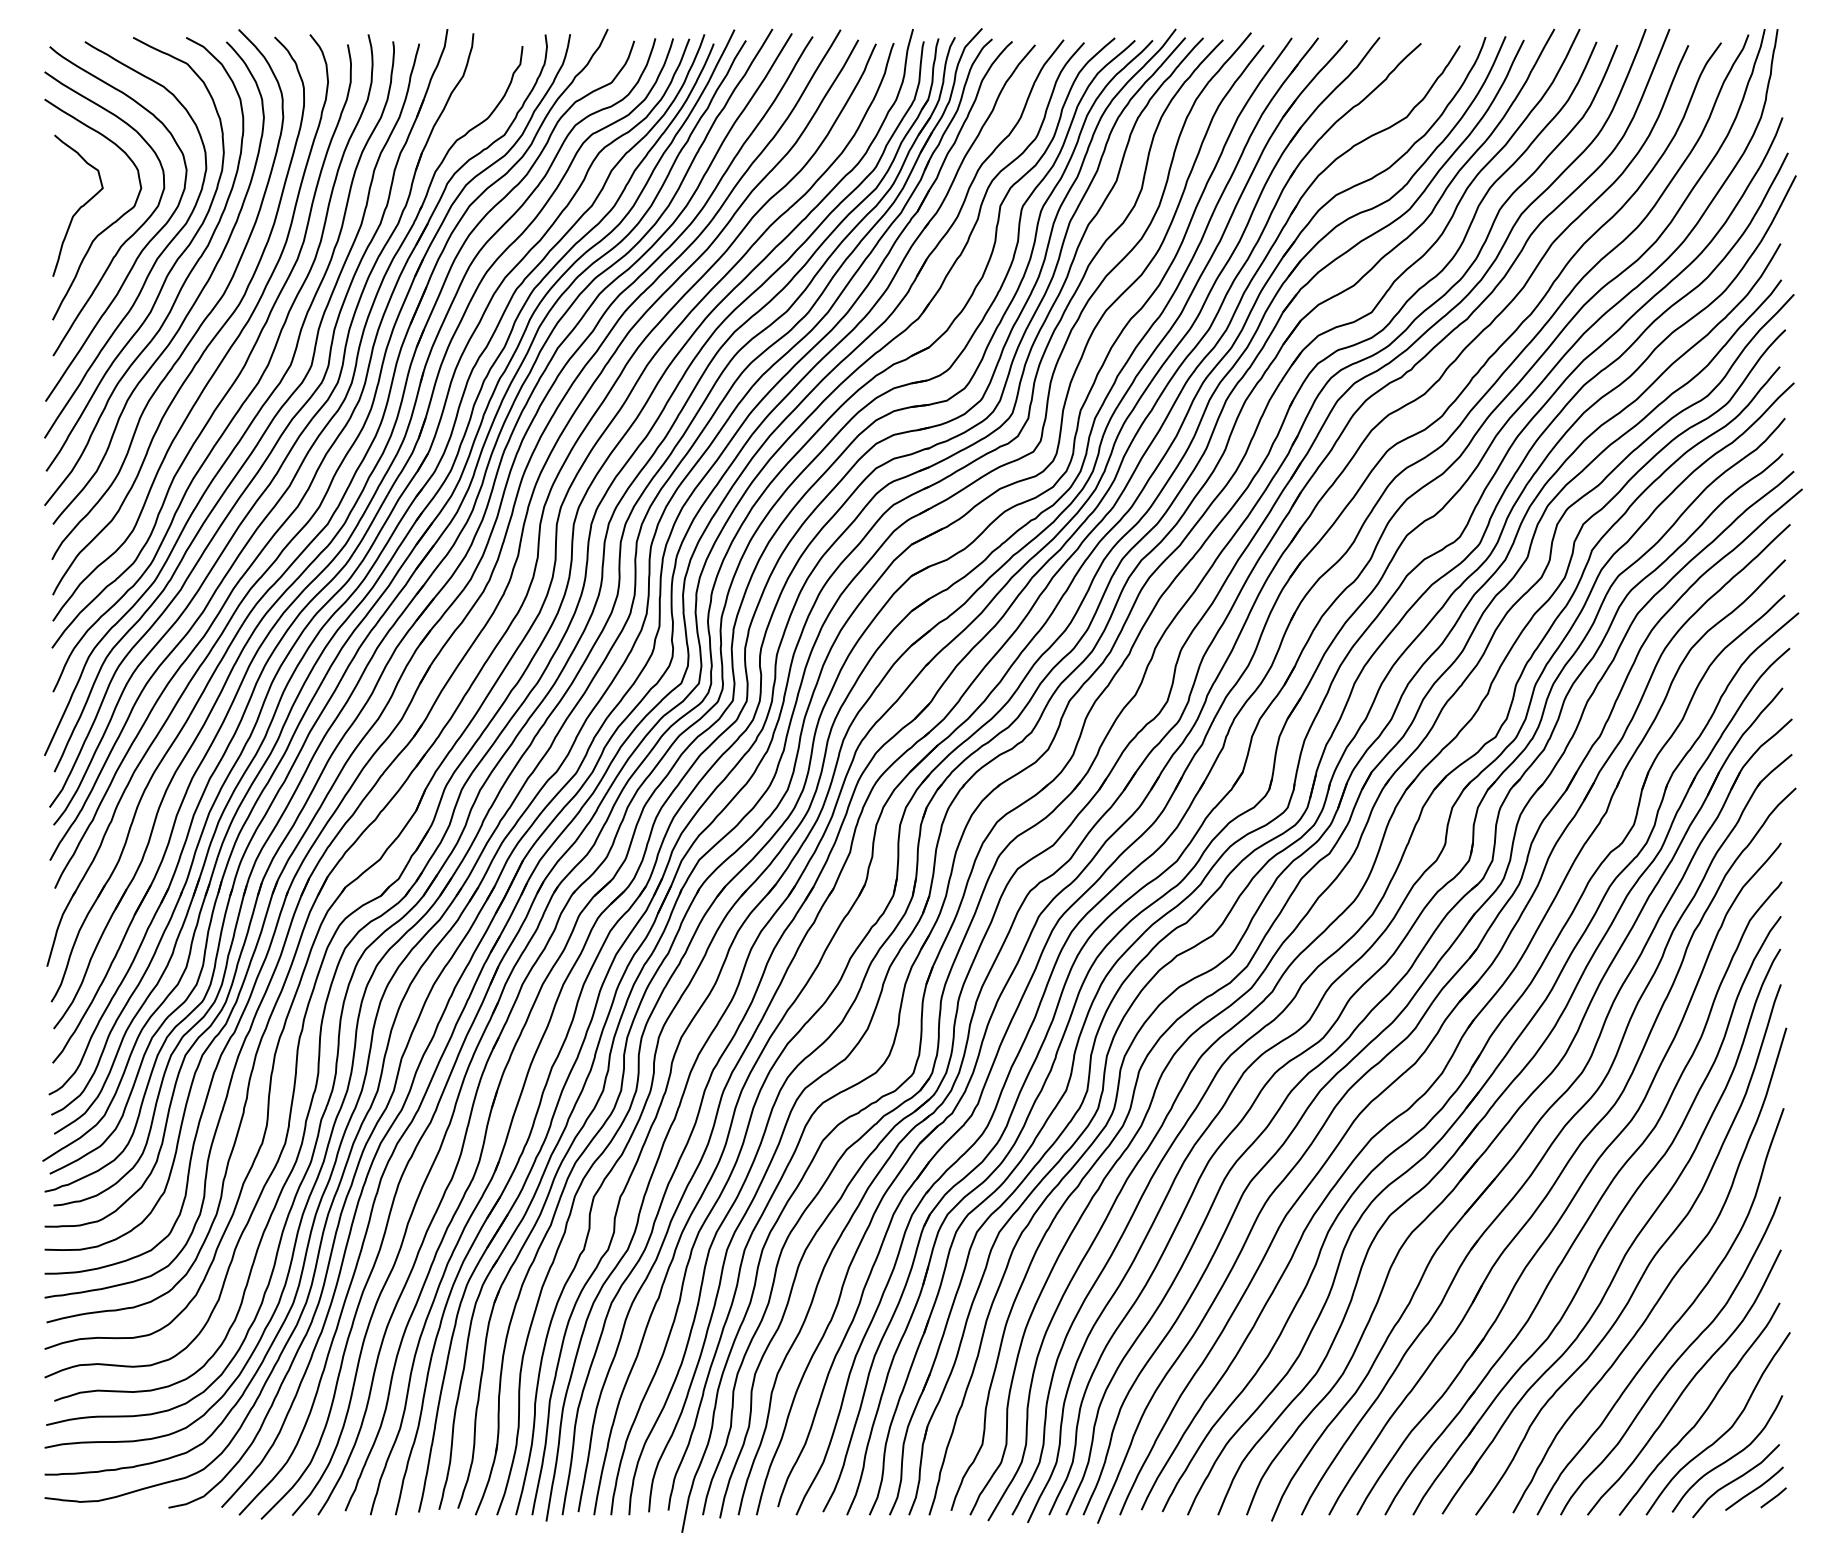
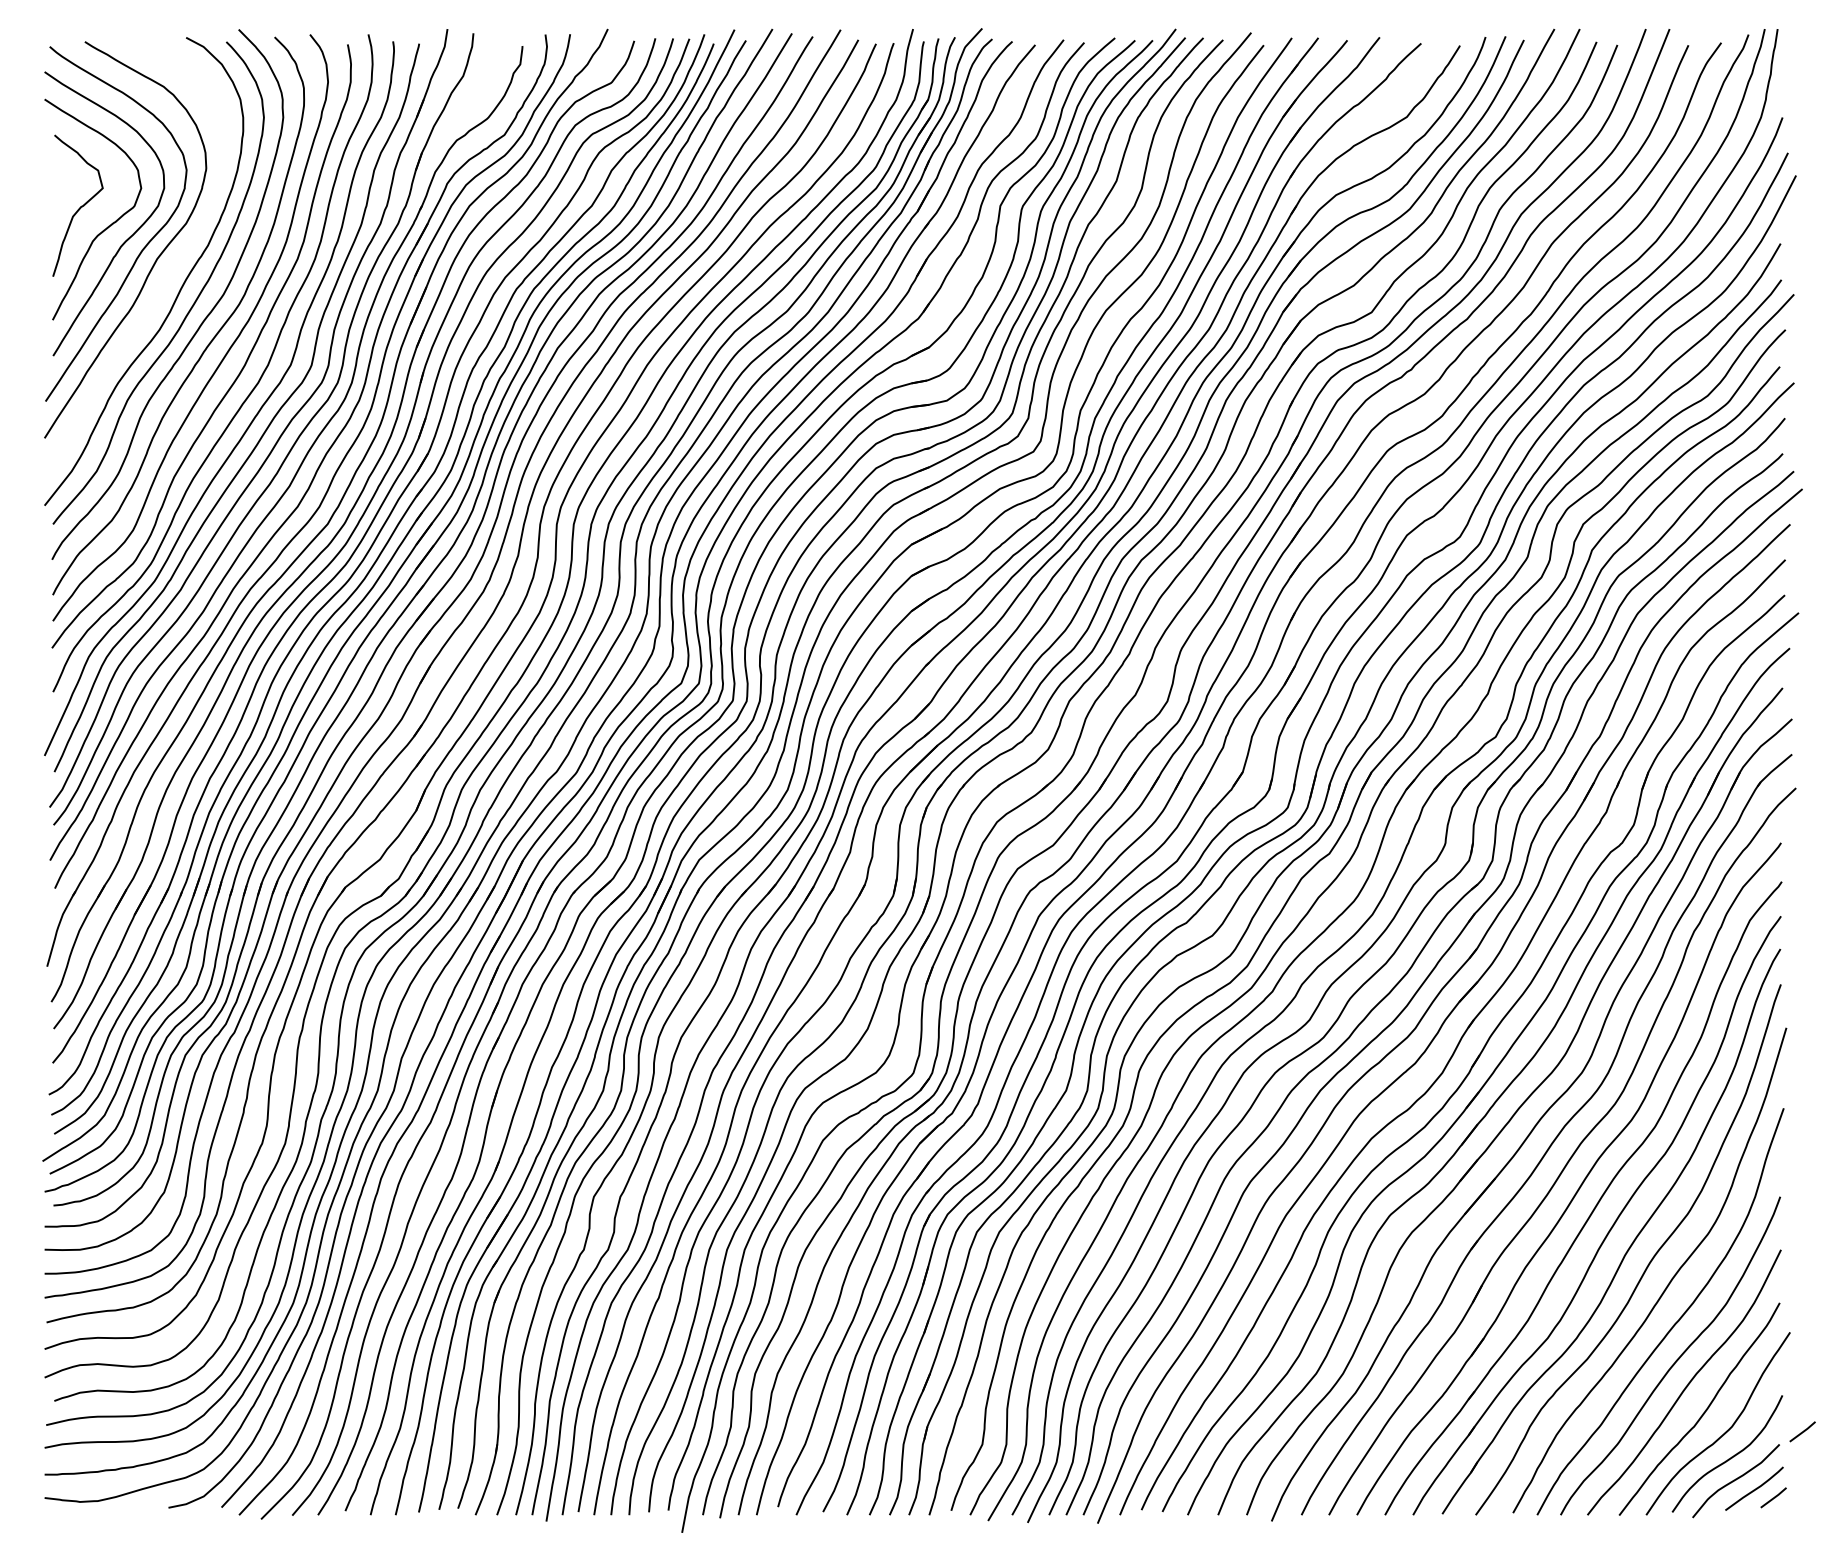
curve at (168, 271): present -> none
line at (1802, 1431): none -> present
